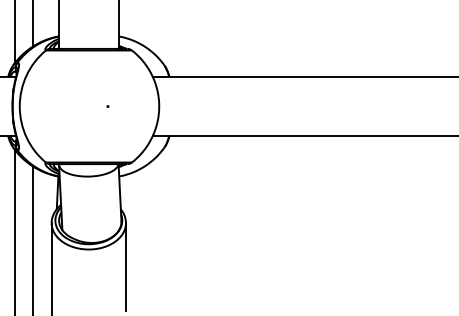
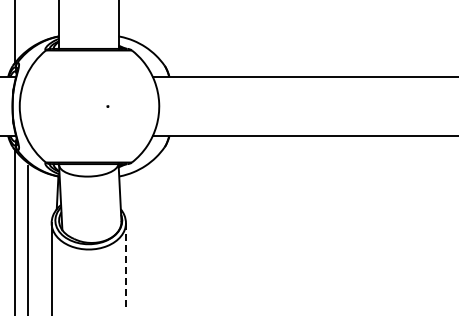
line at (32, 24): present -> none
line at (32, 239) position: (32, 239) -> (27, 239)
line at (125, 267): solid -> dashed
